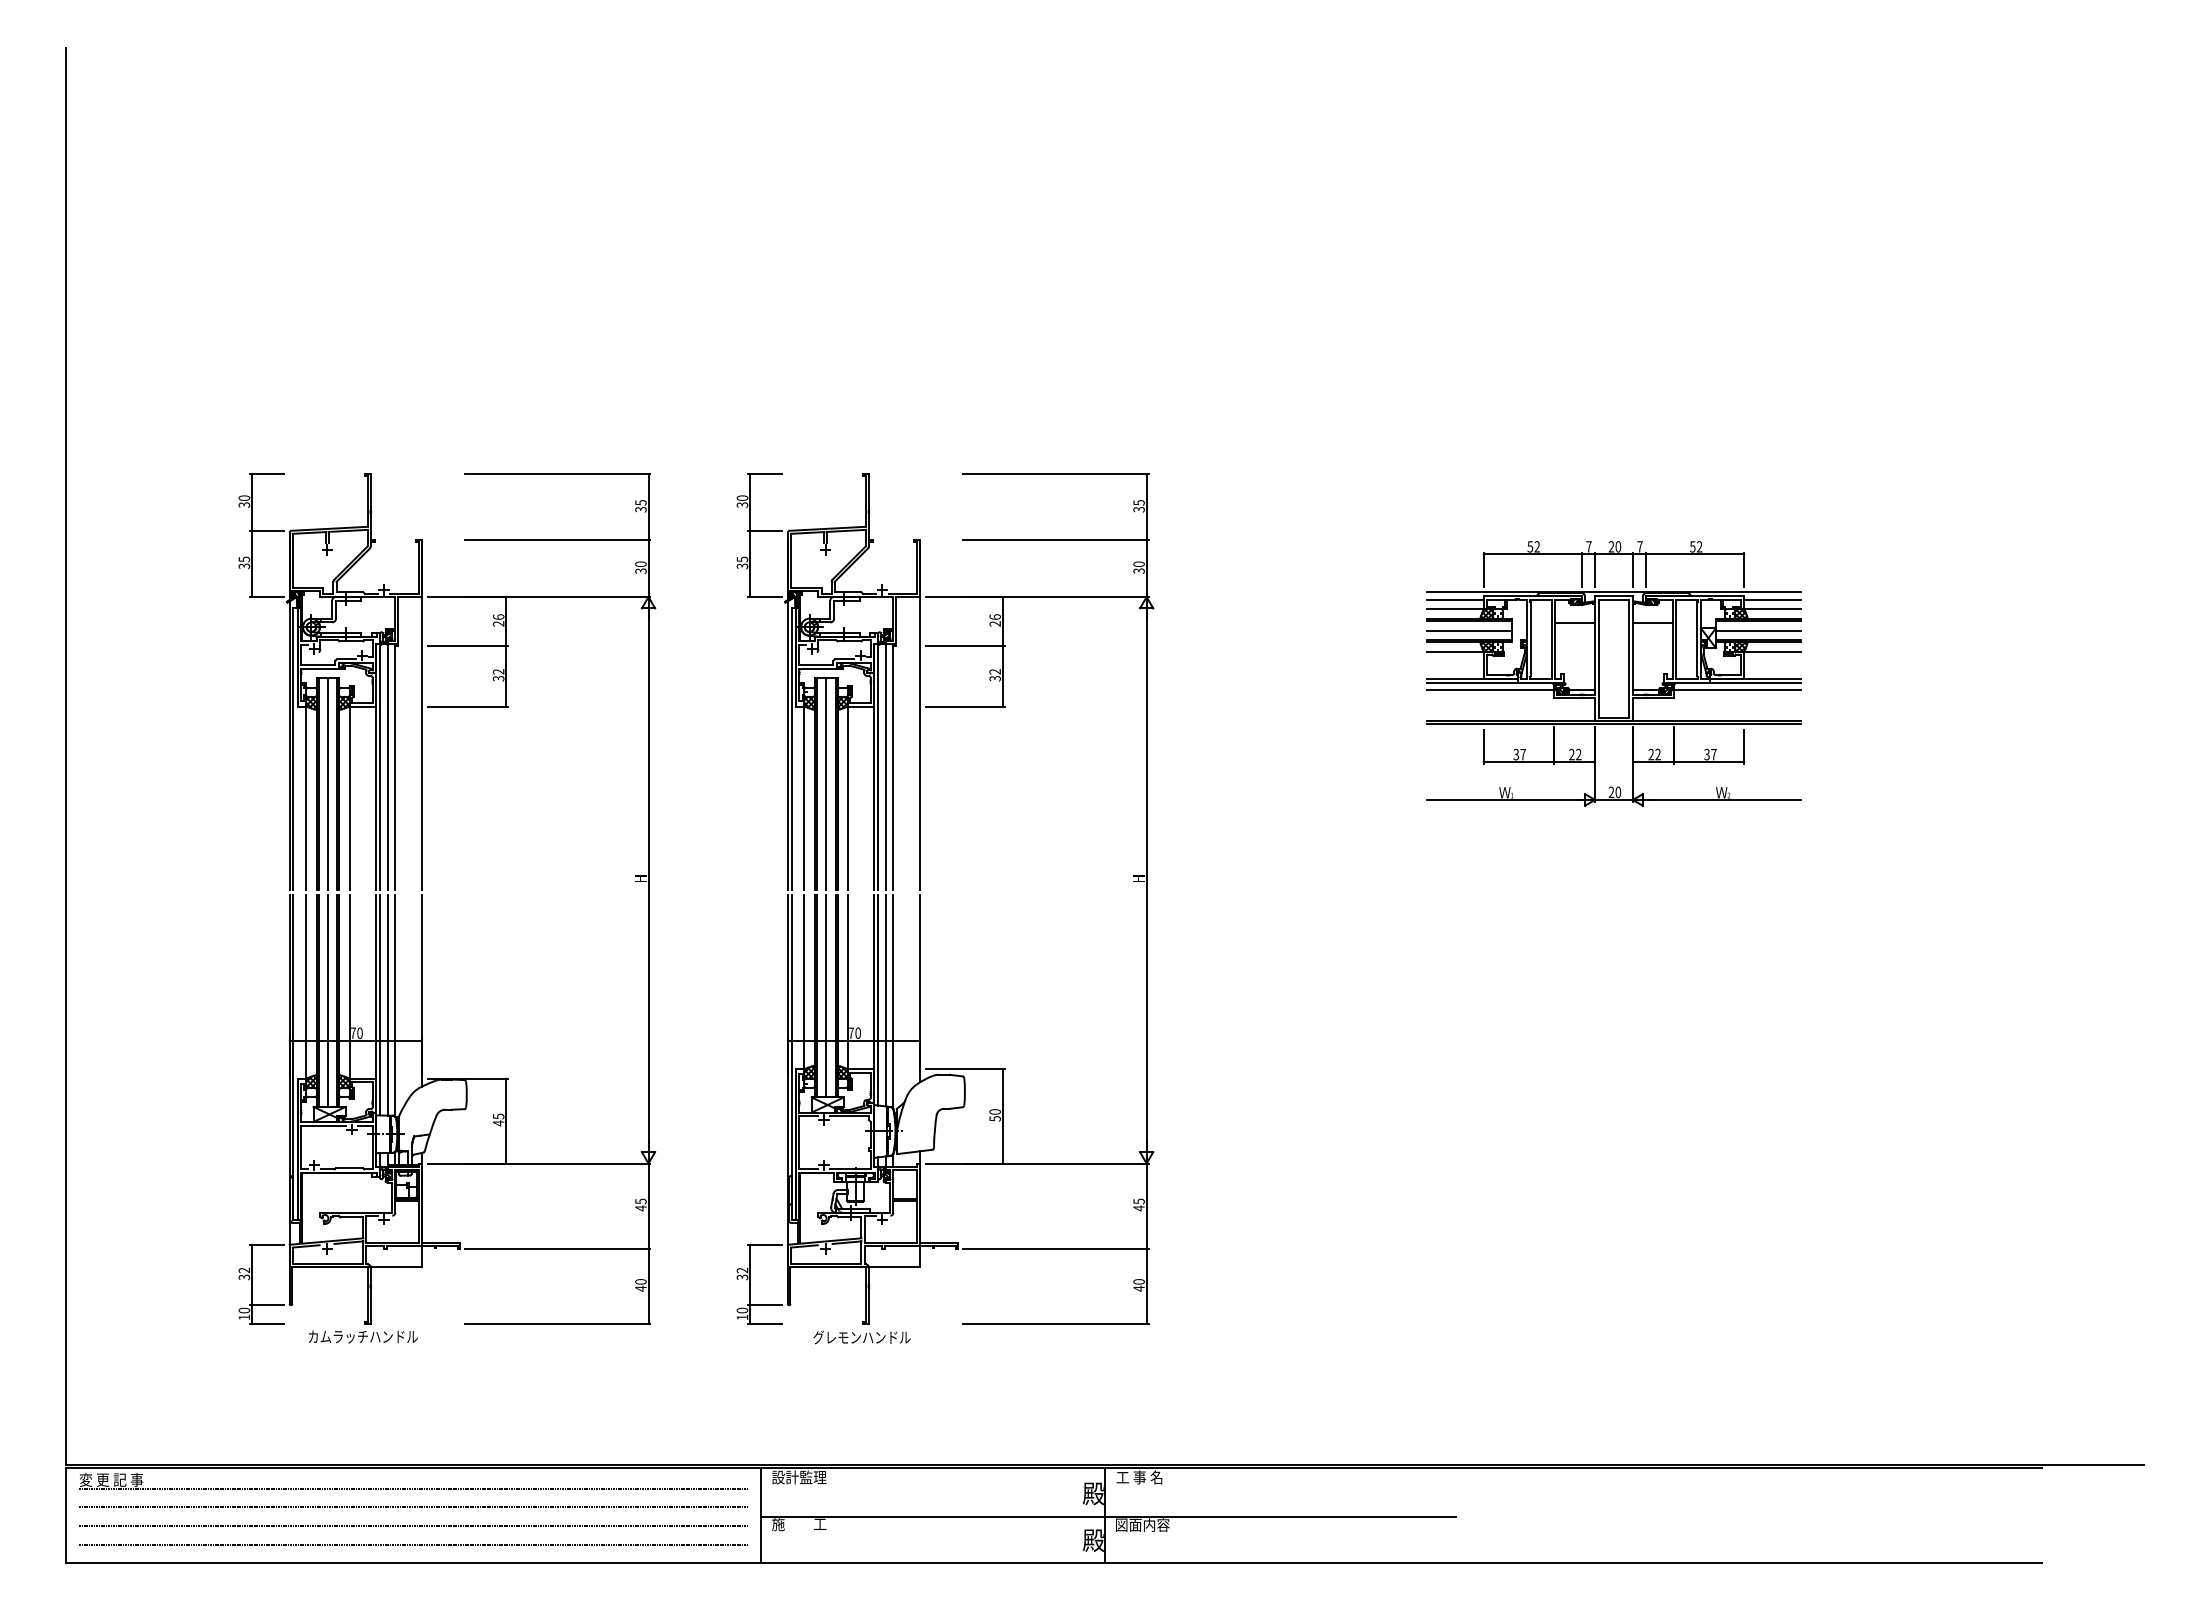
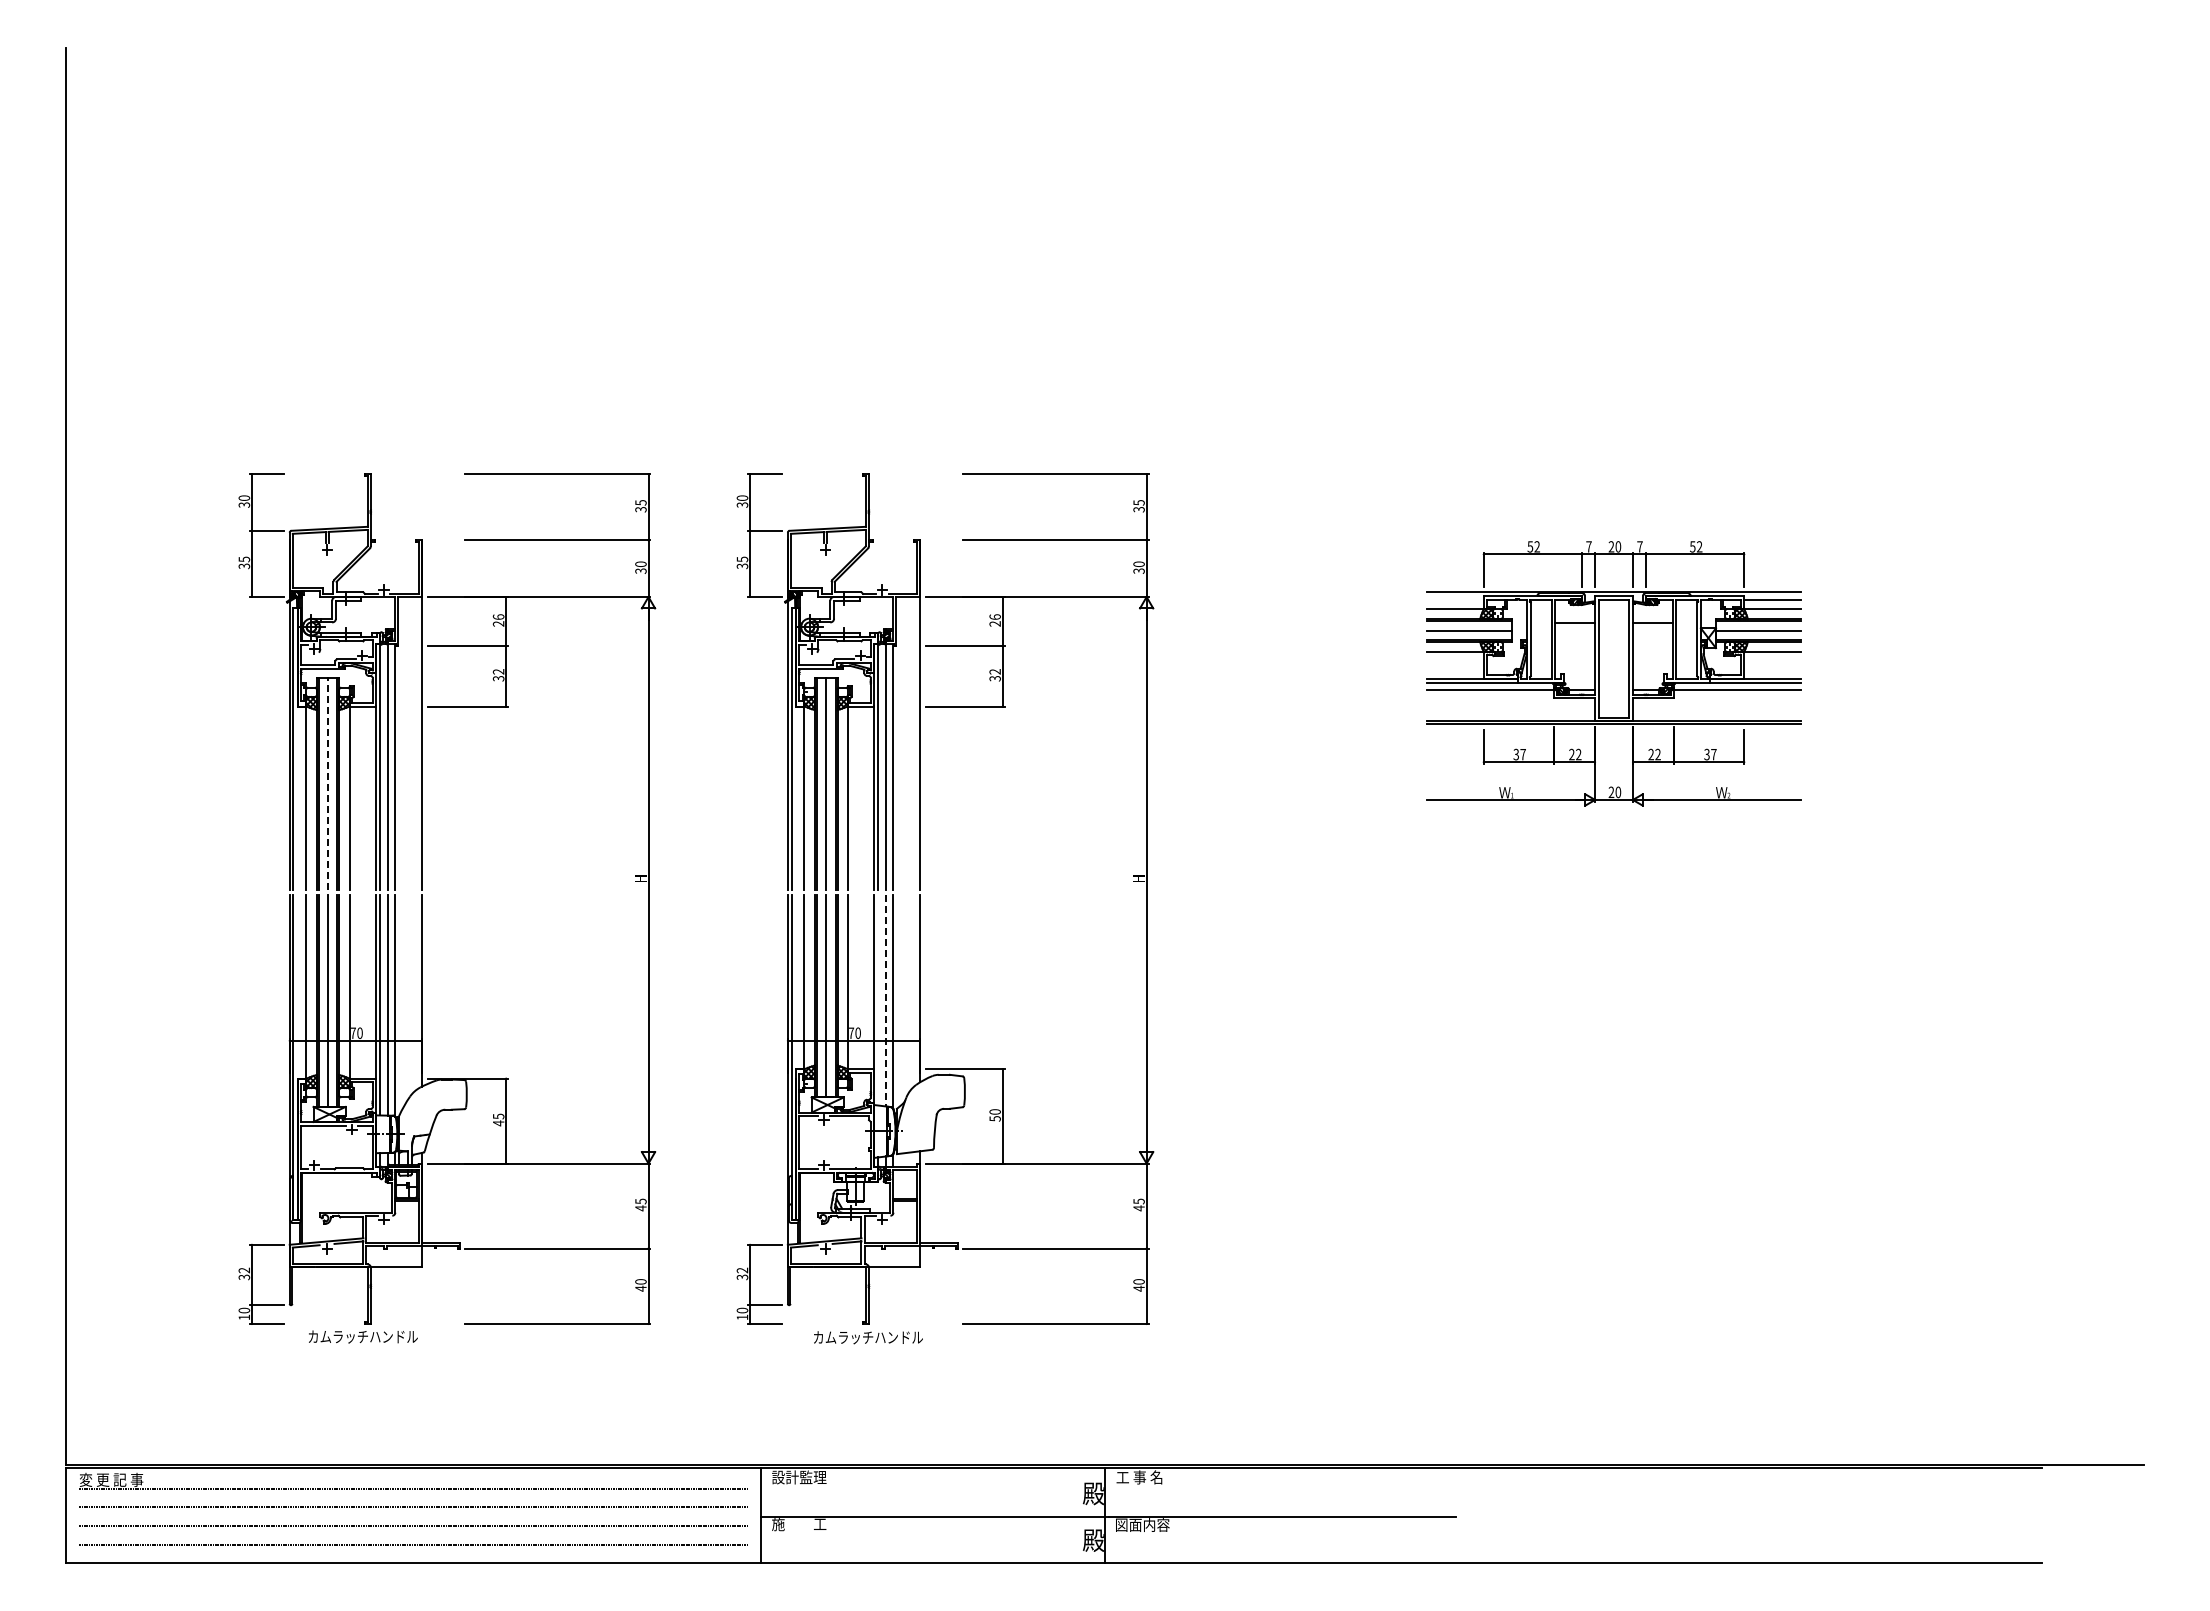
line at (1455, 600): present -> none
line at (328, 783): solid -> dashed
line at (878, 1000): present -> none
line at (886, 1000): solid -> dashed
text at (867, 1337): グレモンハンドル -> カムラッチハンドル
